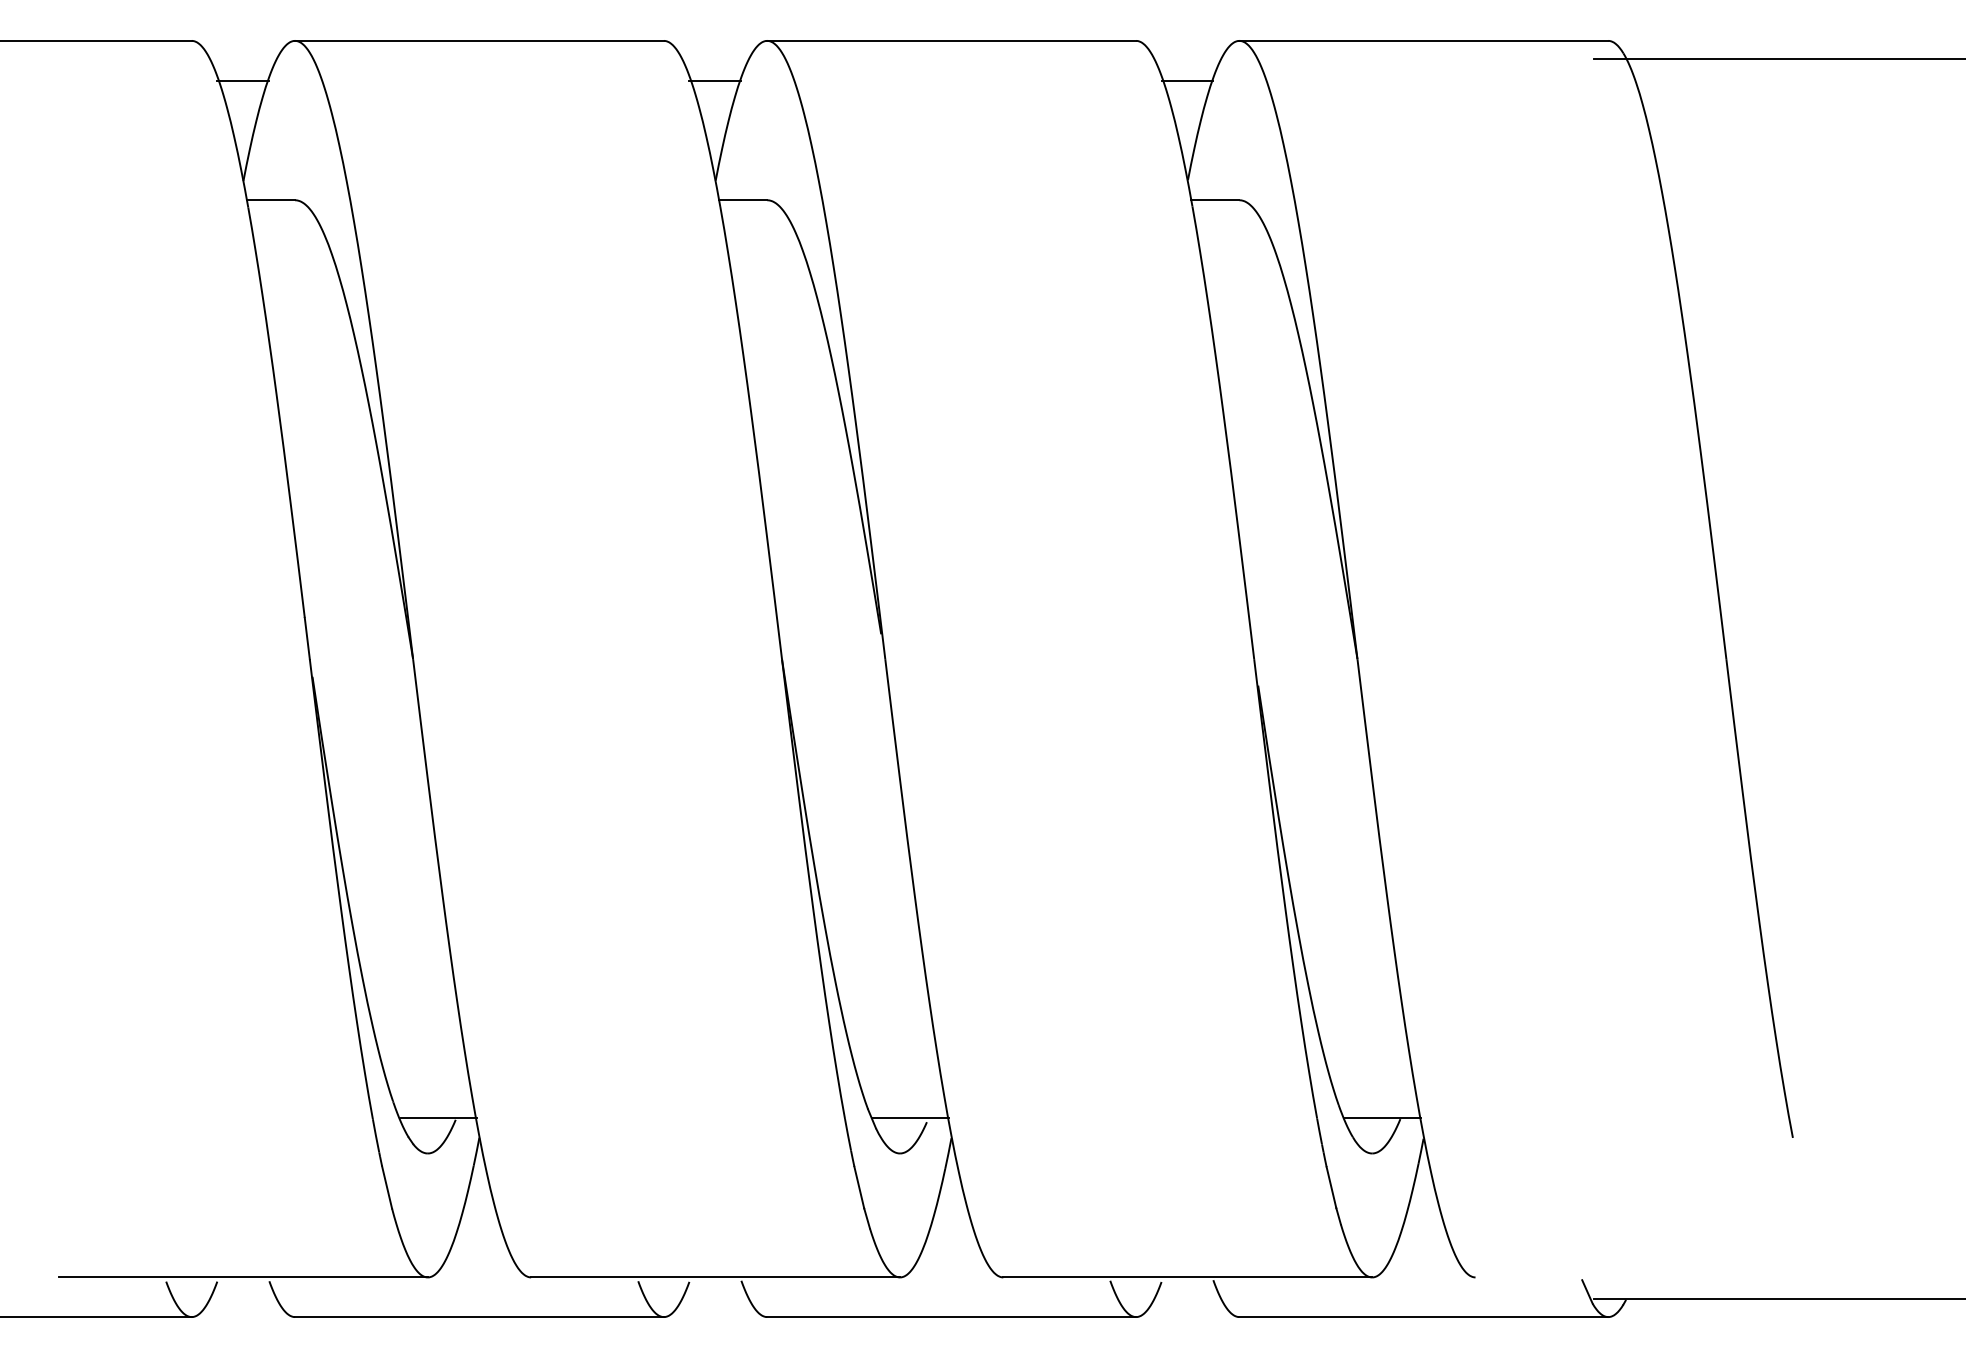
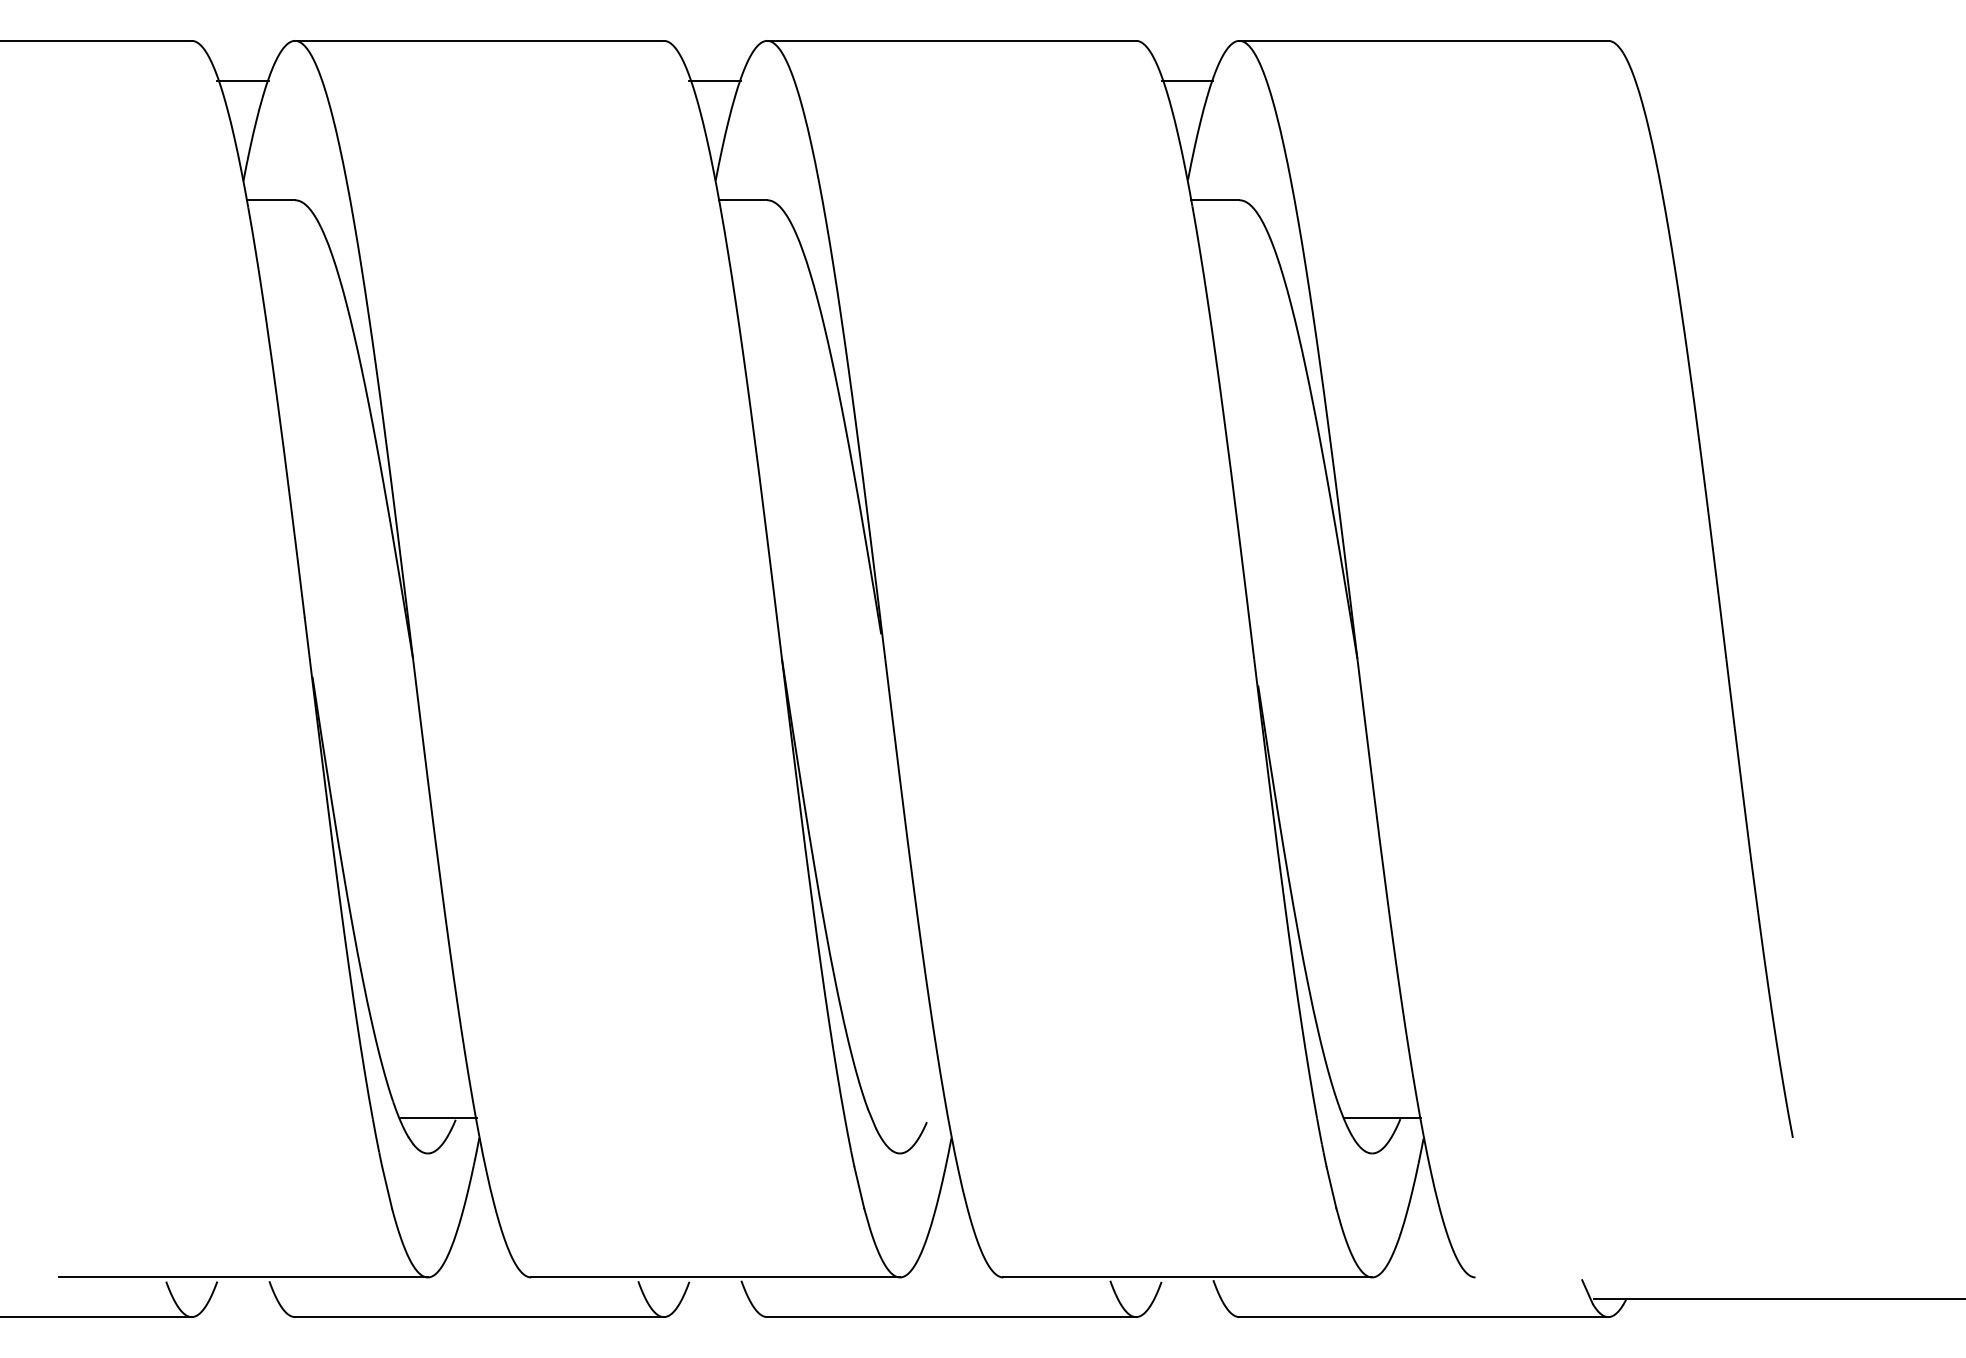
line at (1777, 59): present -> none
line at (910, 1118): present -> none
